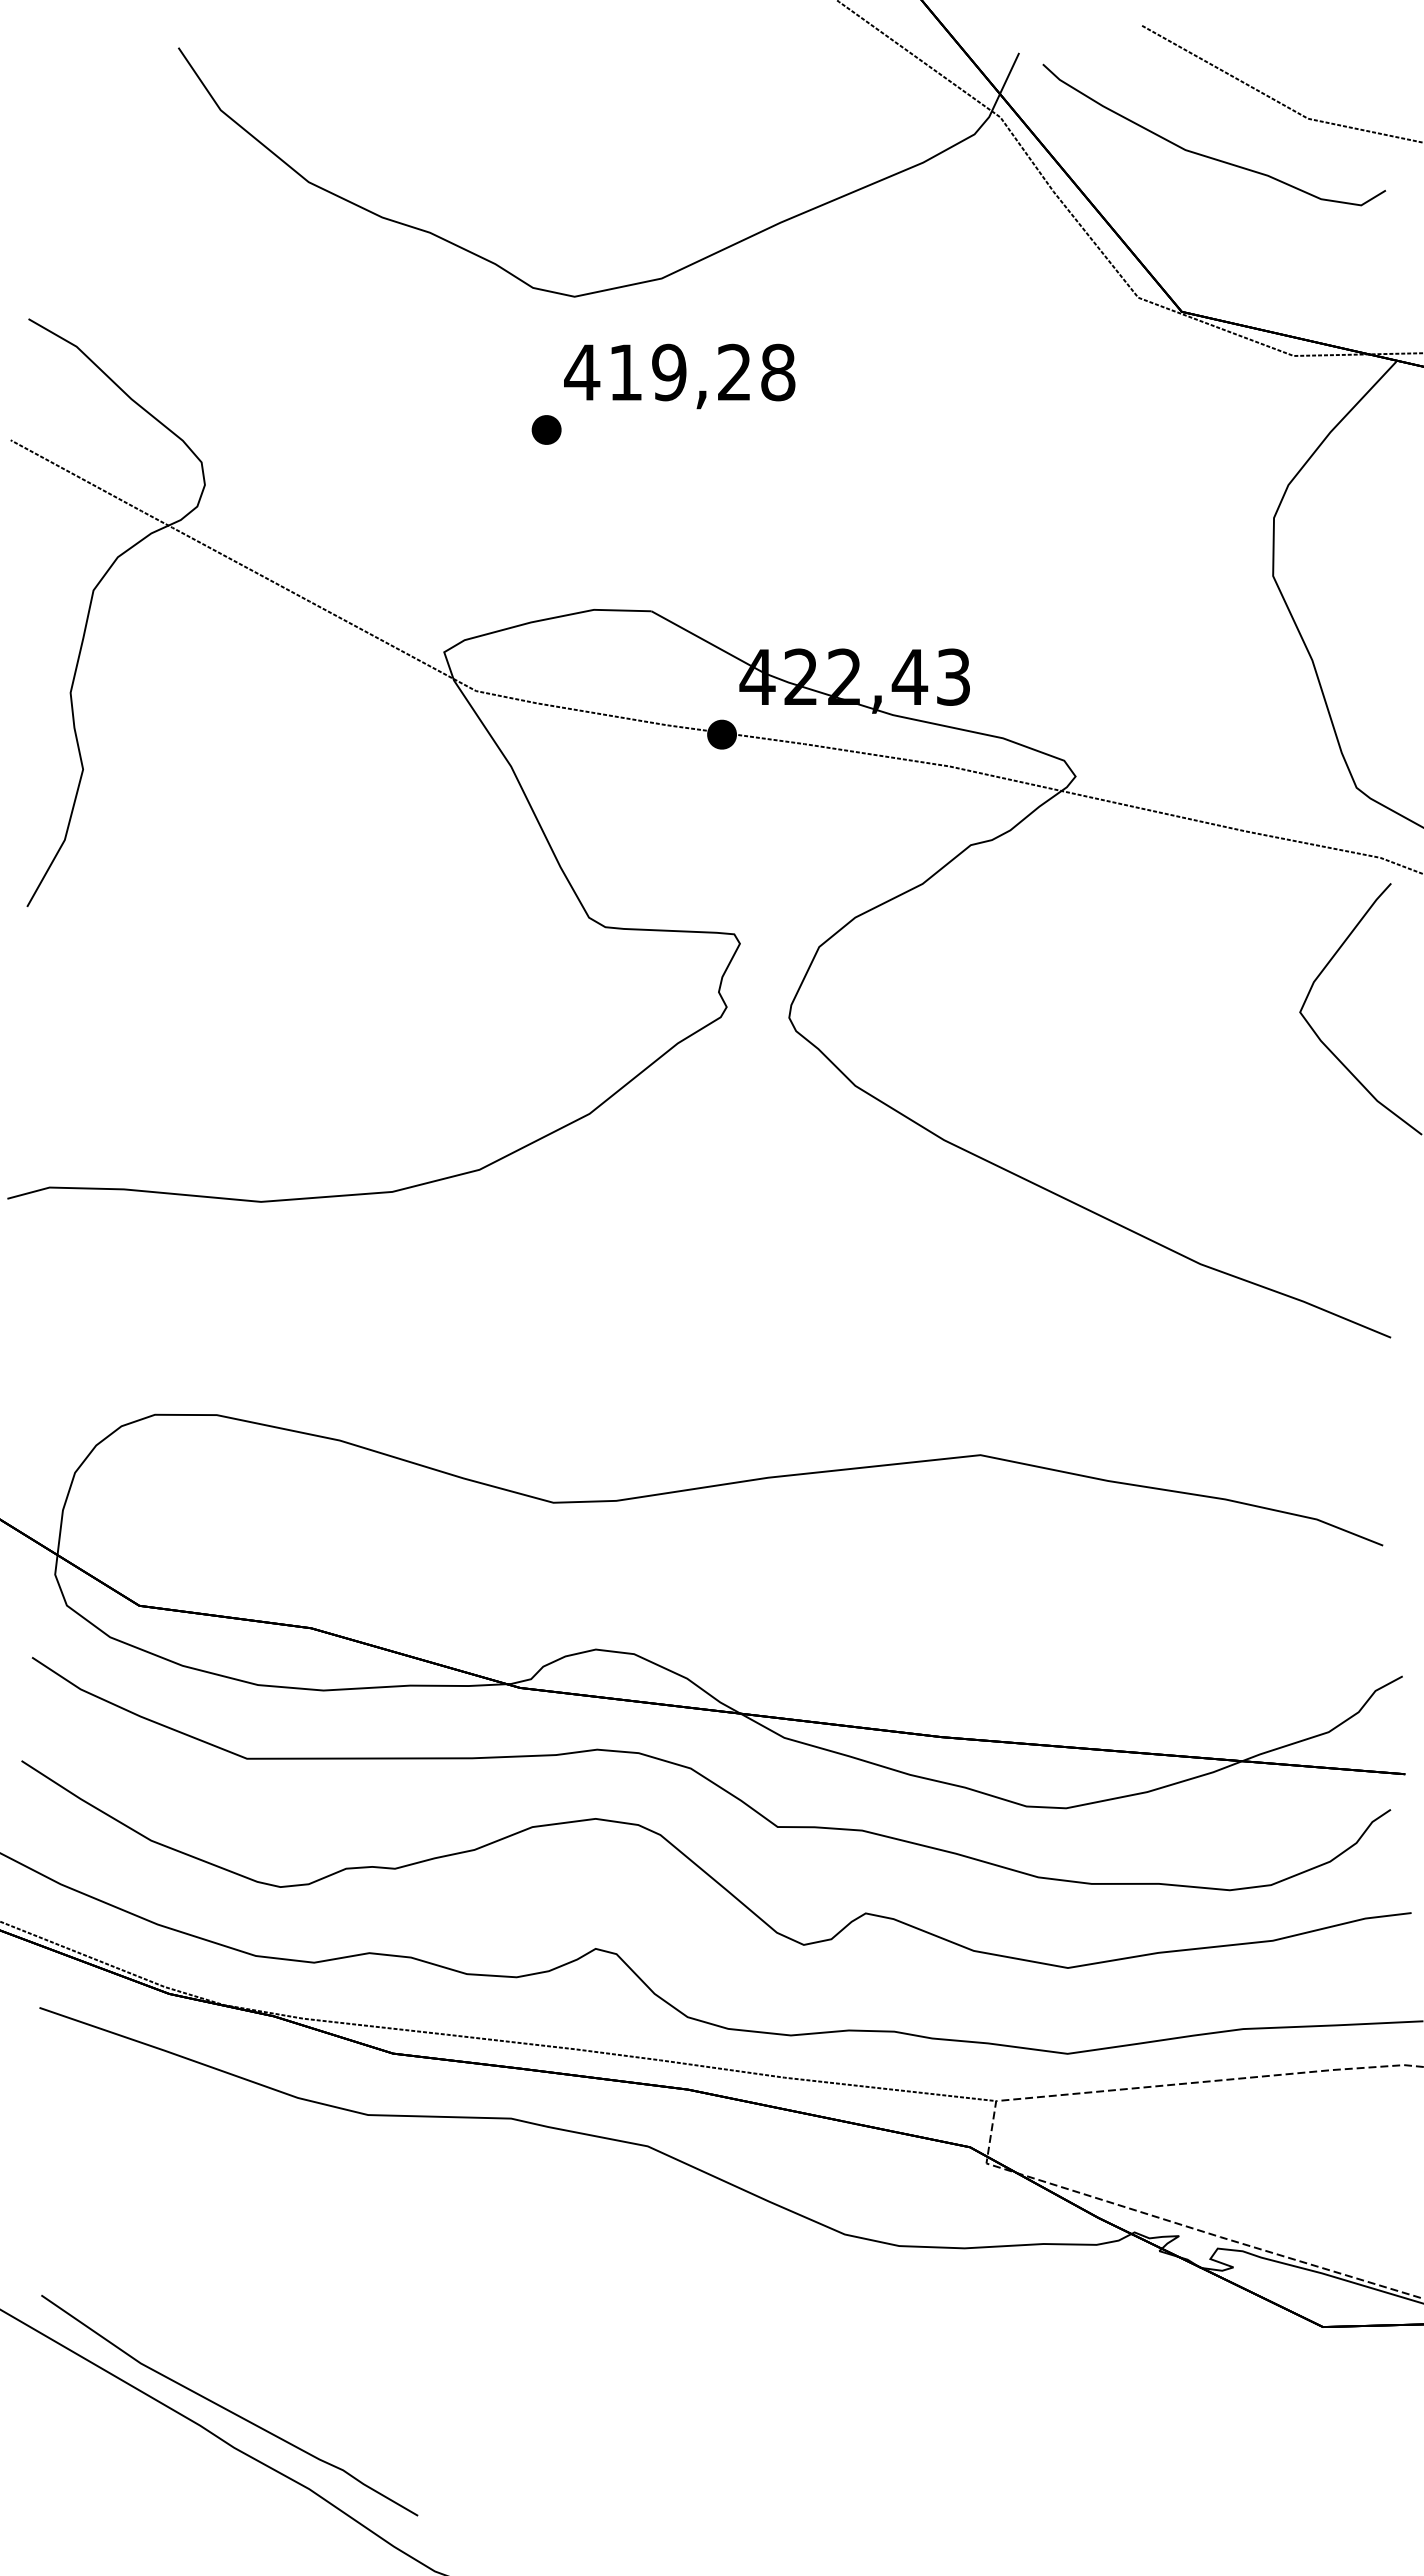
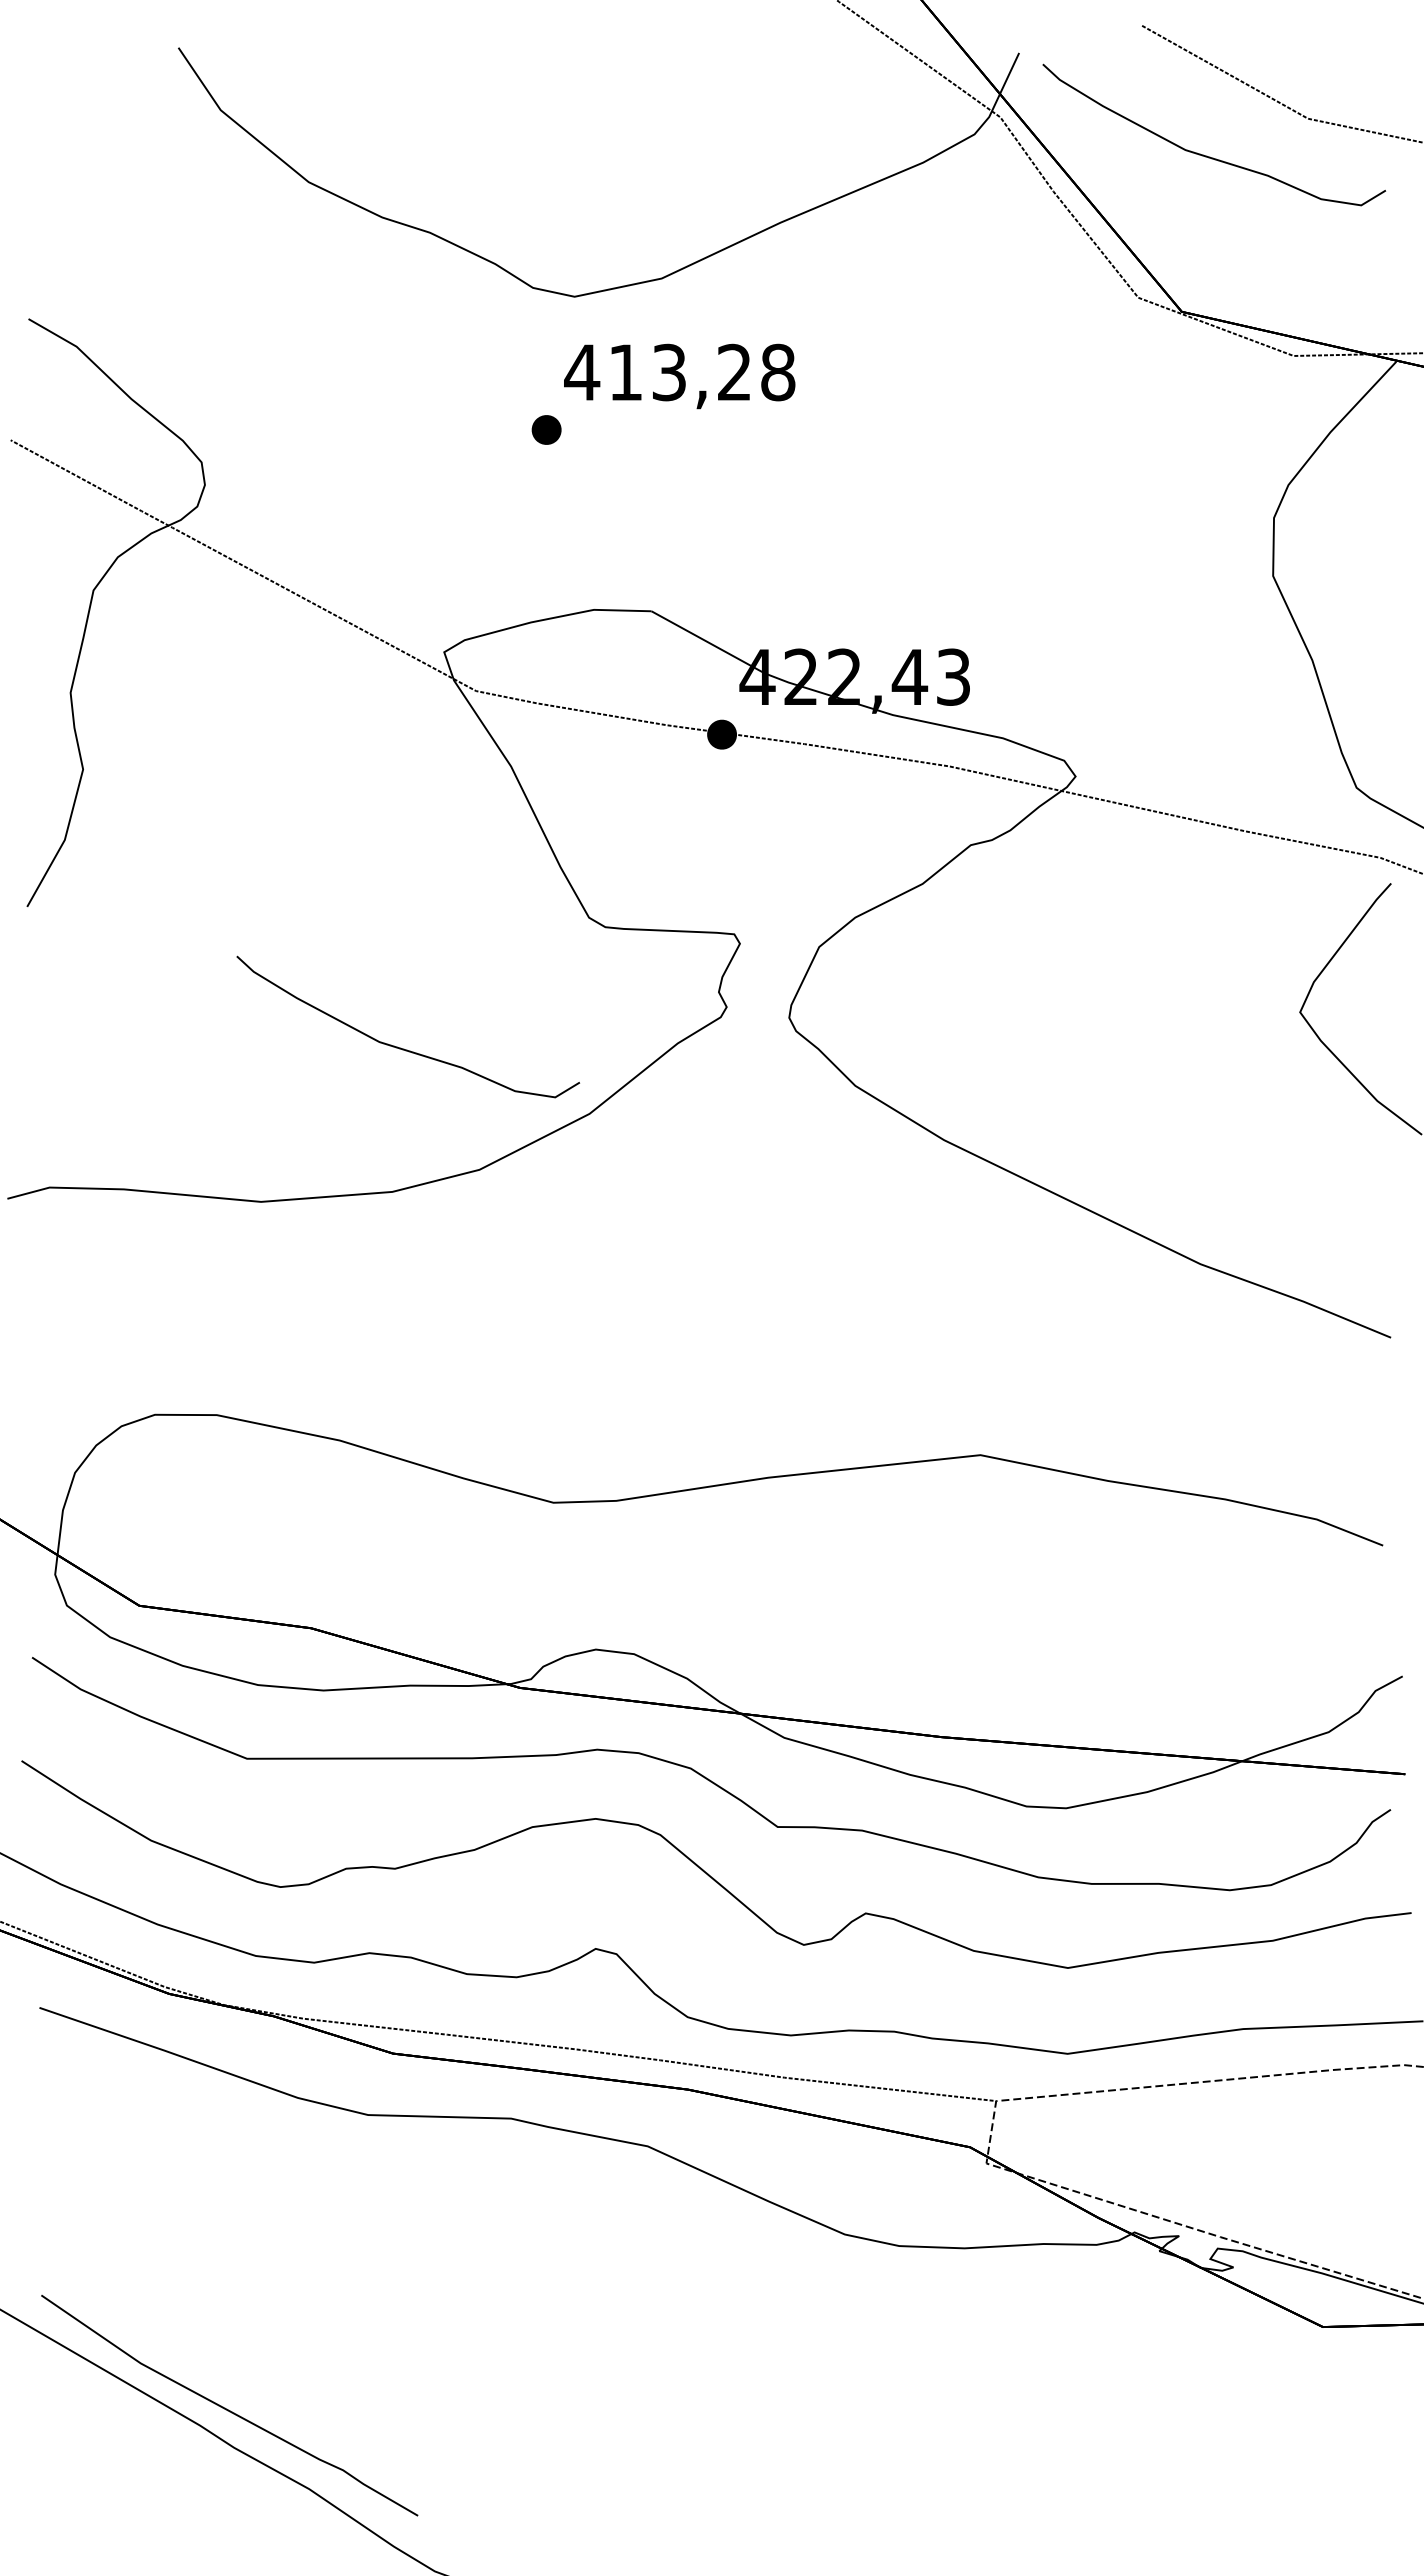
text at (669, 372): 419,28 -> 413,28
curve at (404, 1048): none -> present
